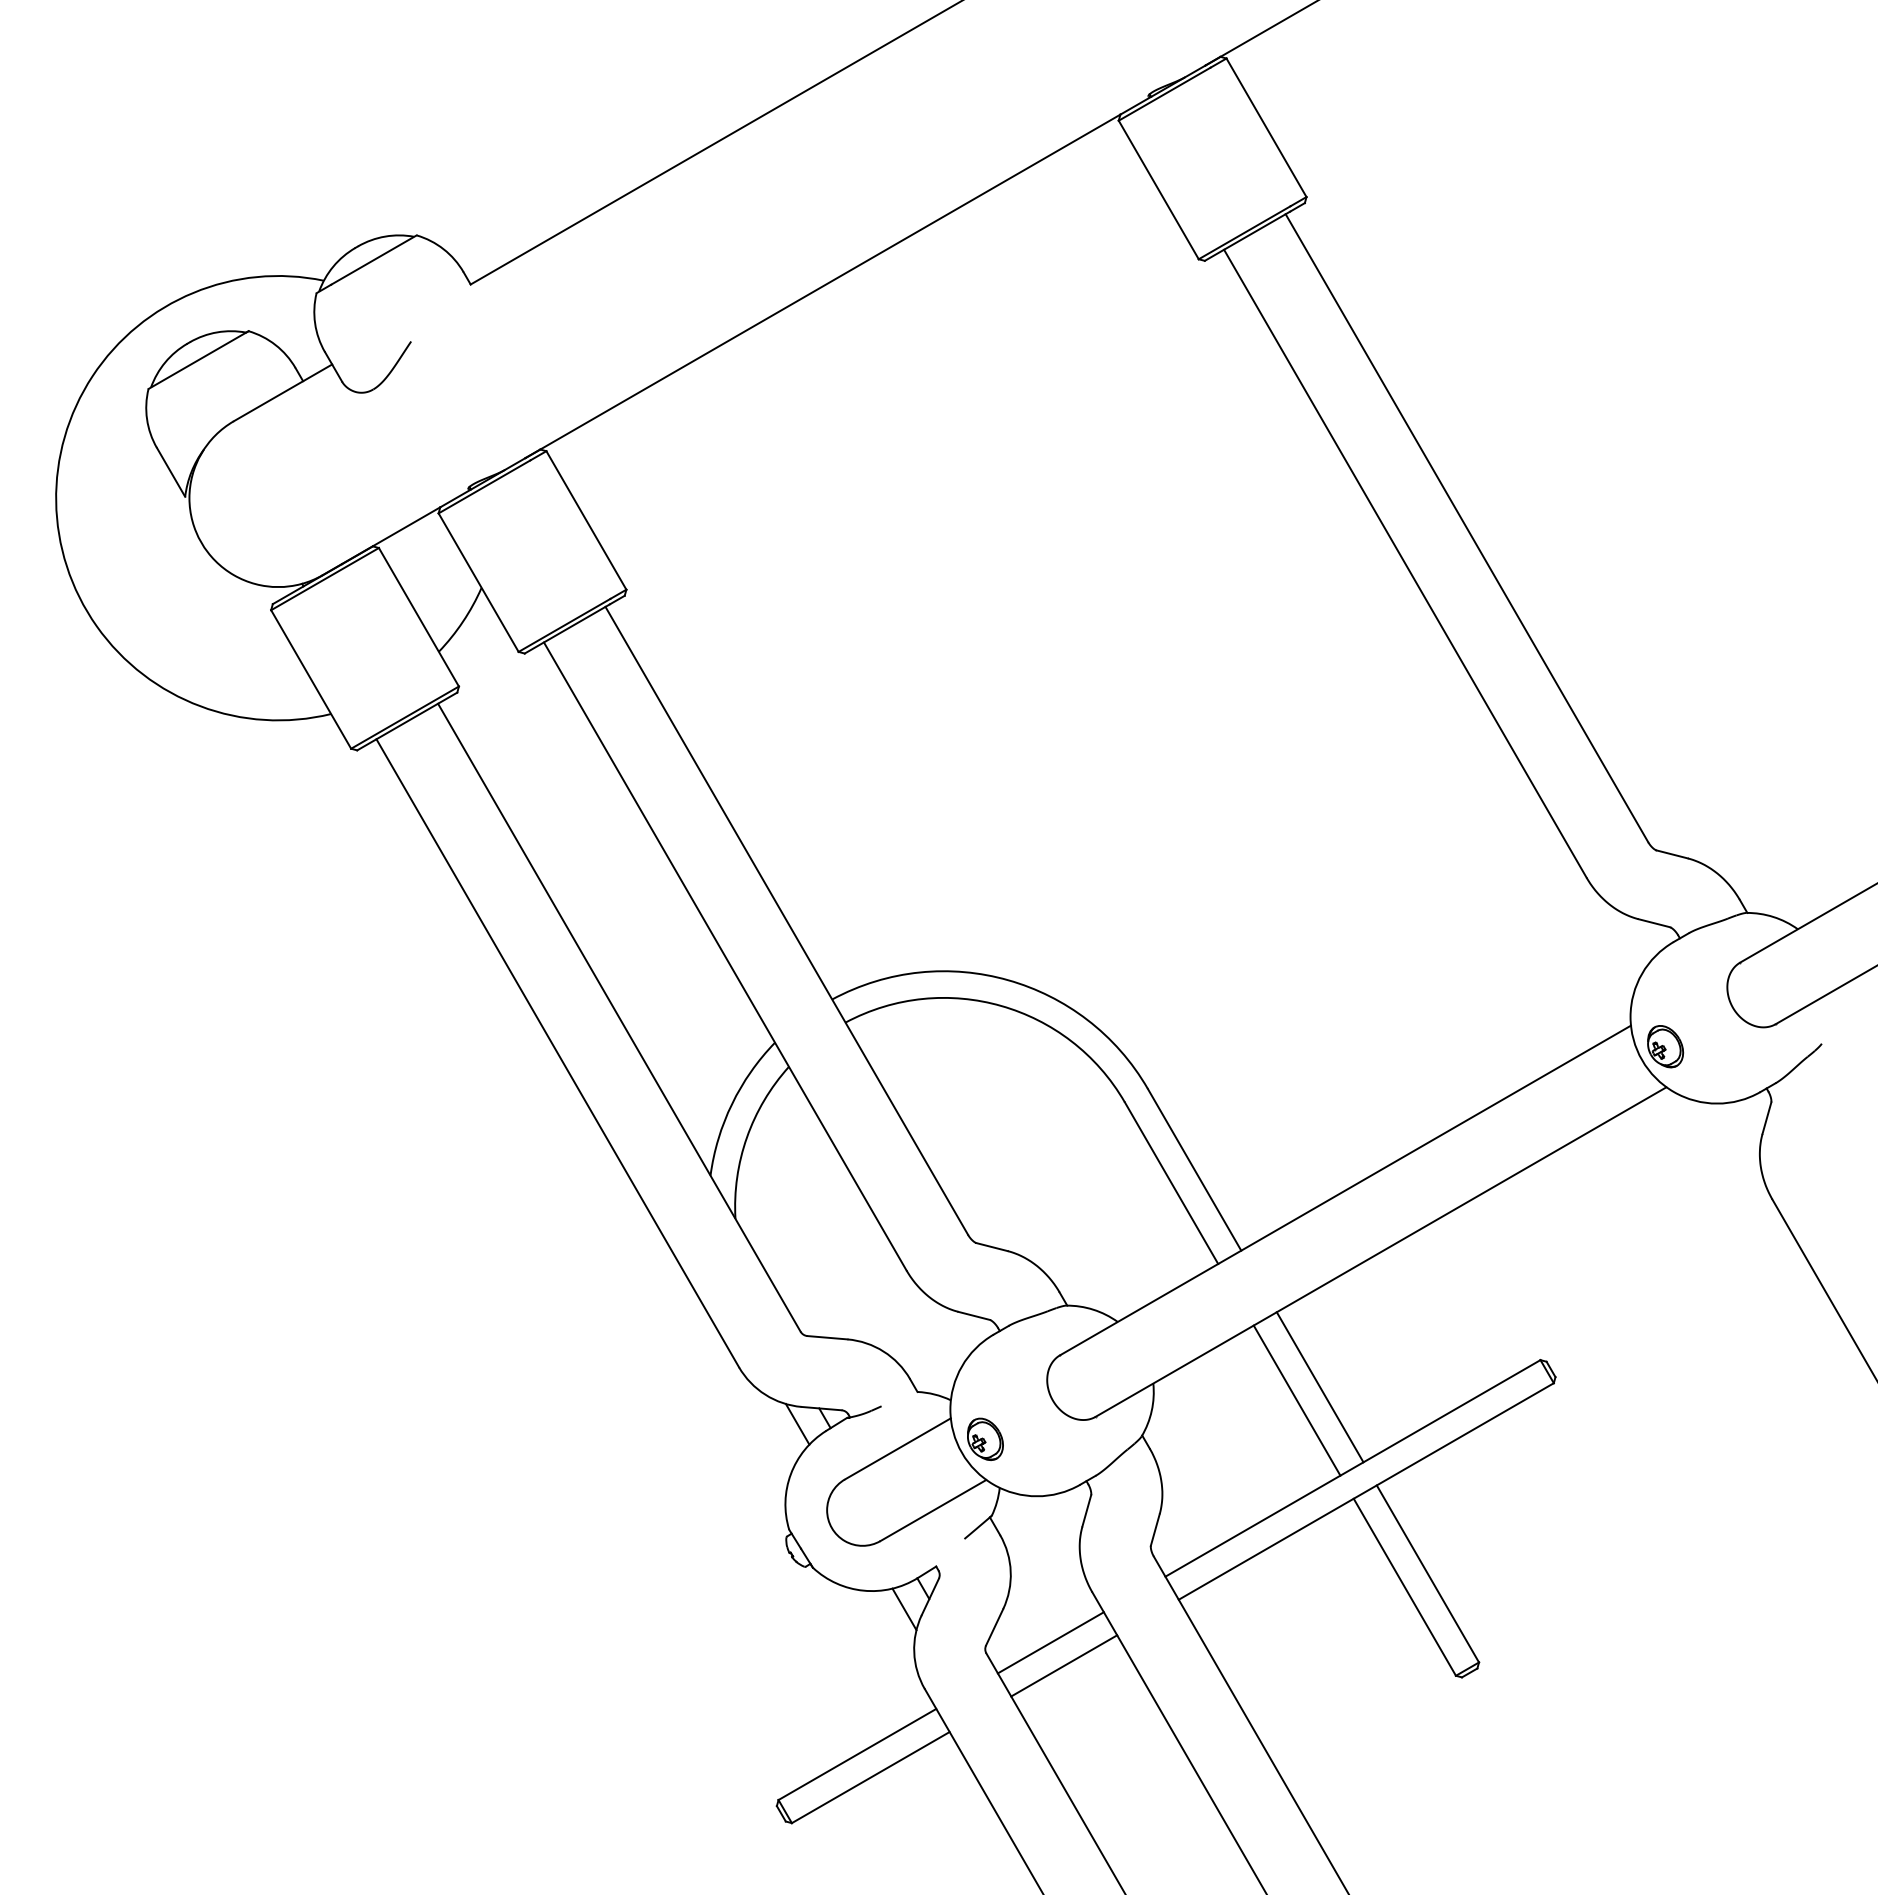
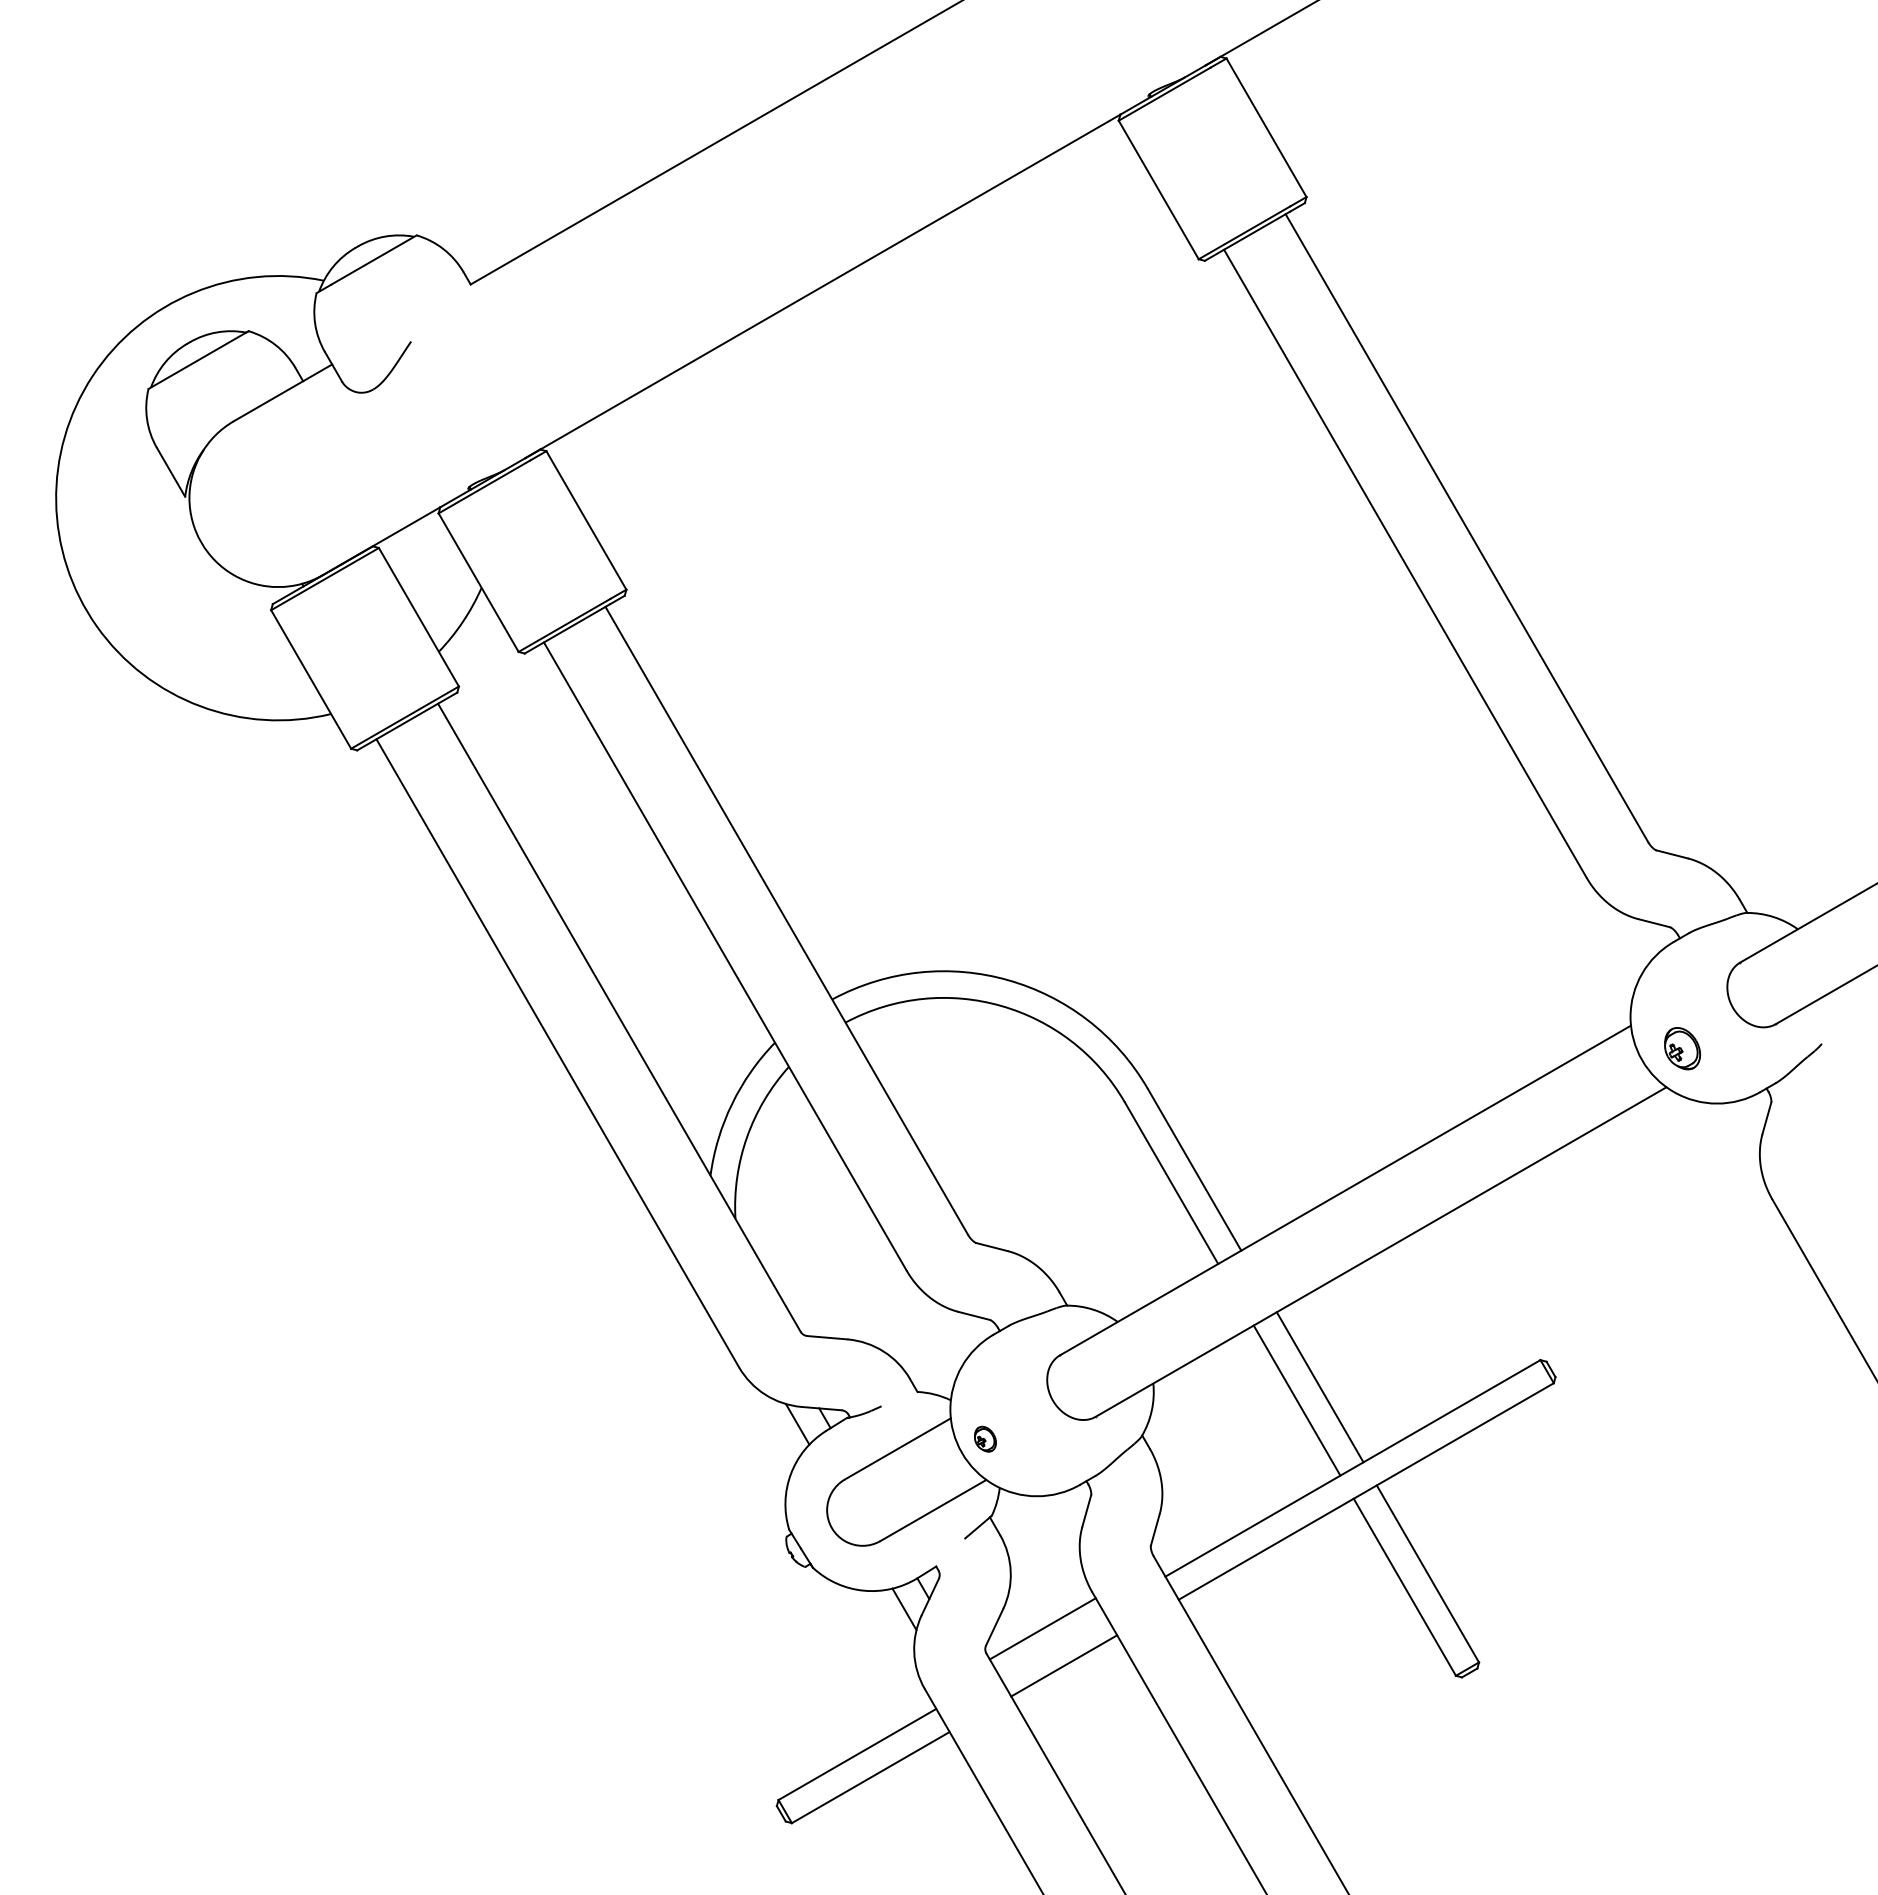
part at (1665, 1046) position: (1665, 1046) -> (1682, 1048)
part at (985, 1438) size: 37x44 px -> 23x28 px
line at (1050, 1642) position: (1050, 1642) -> (1042, 1628)
